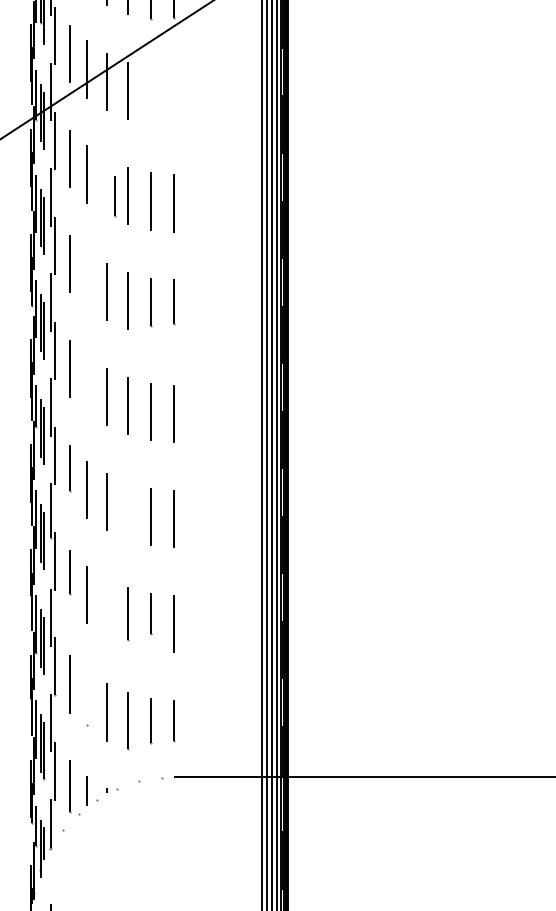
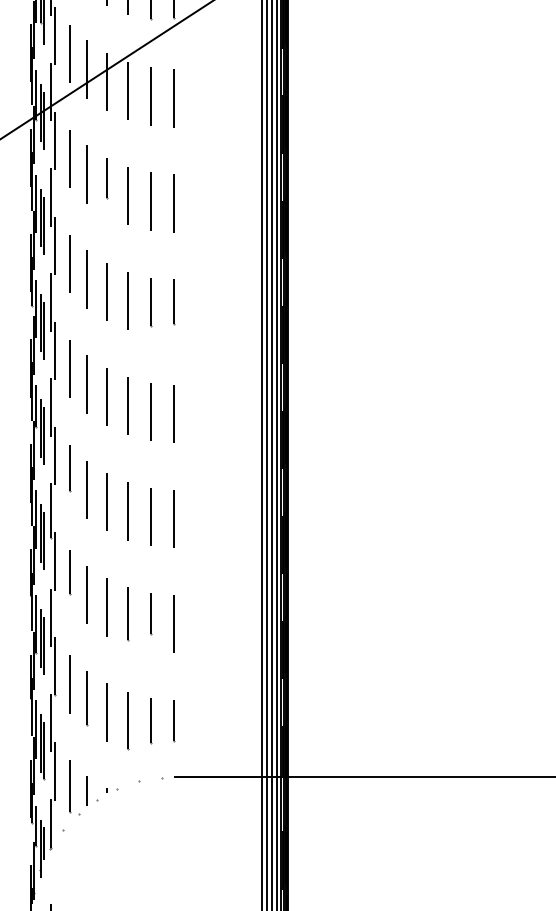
line at (150, 96): none -> present
line at (173, 98): none -> present
line at (115, 196) position: (115, 196) -> (107, 178)
line at (87, 279): none -> present
line at (87, 384): none -> present
line at (127, 511): none -> present
line at (106, 607): none -> present
line at (87, 697): none -> present
